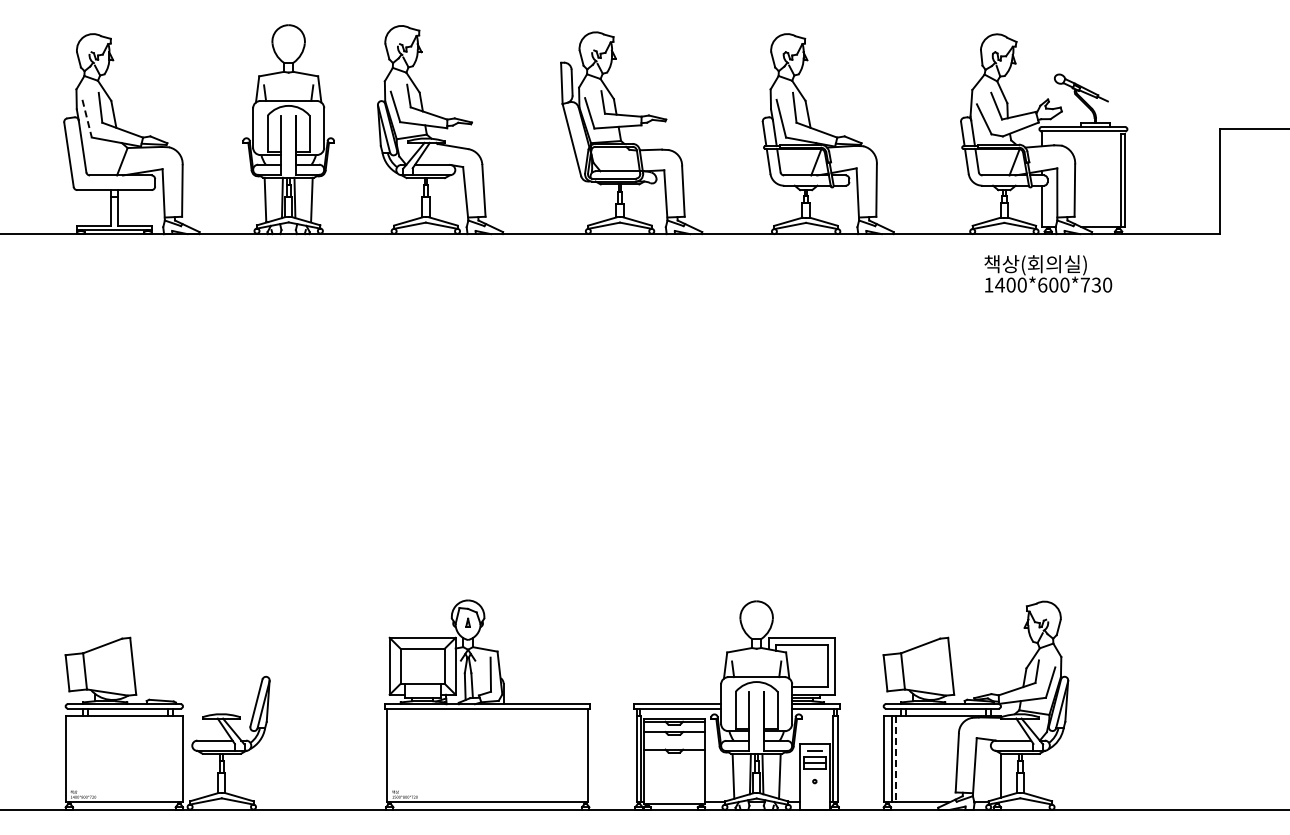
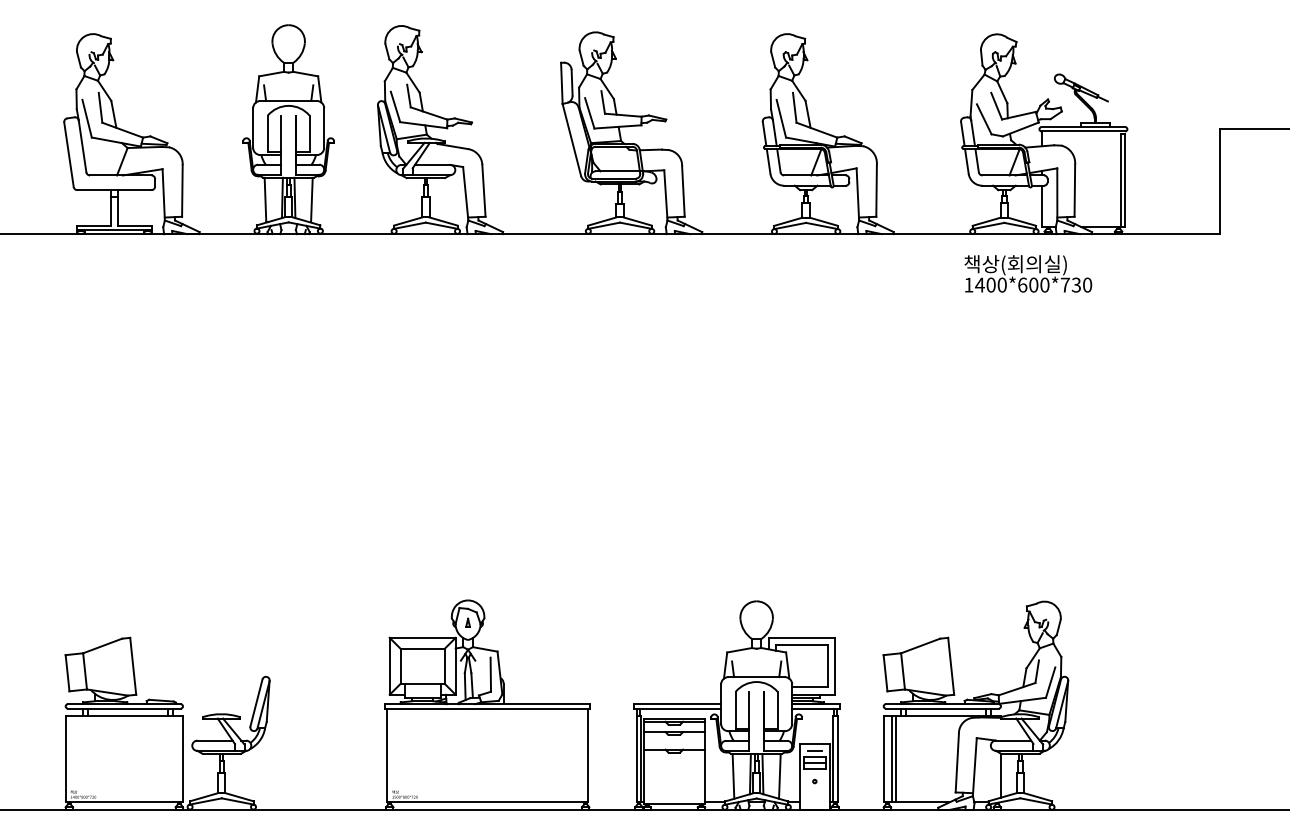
line at (87, 119): dashed -> solid
text at (1048, 273) position: (1048, 273) -> (1028, 273)
line at (896, 759): dashed -> solid
